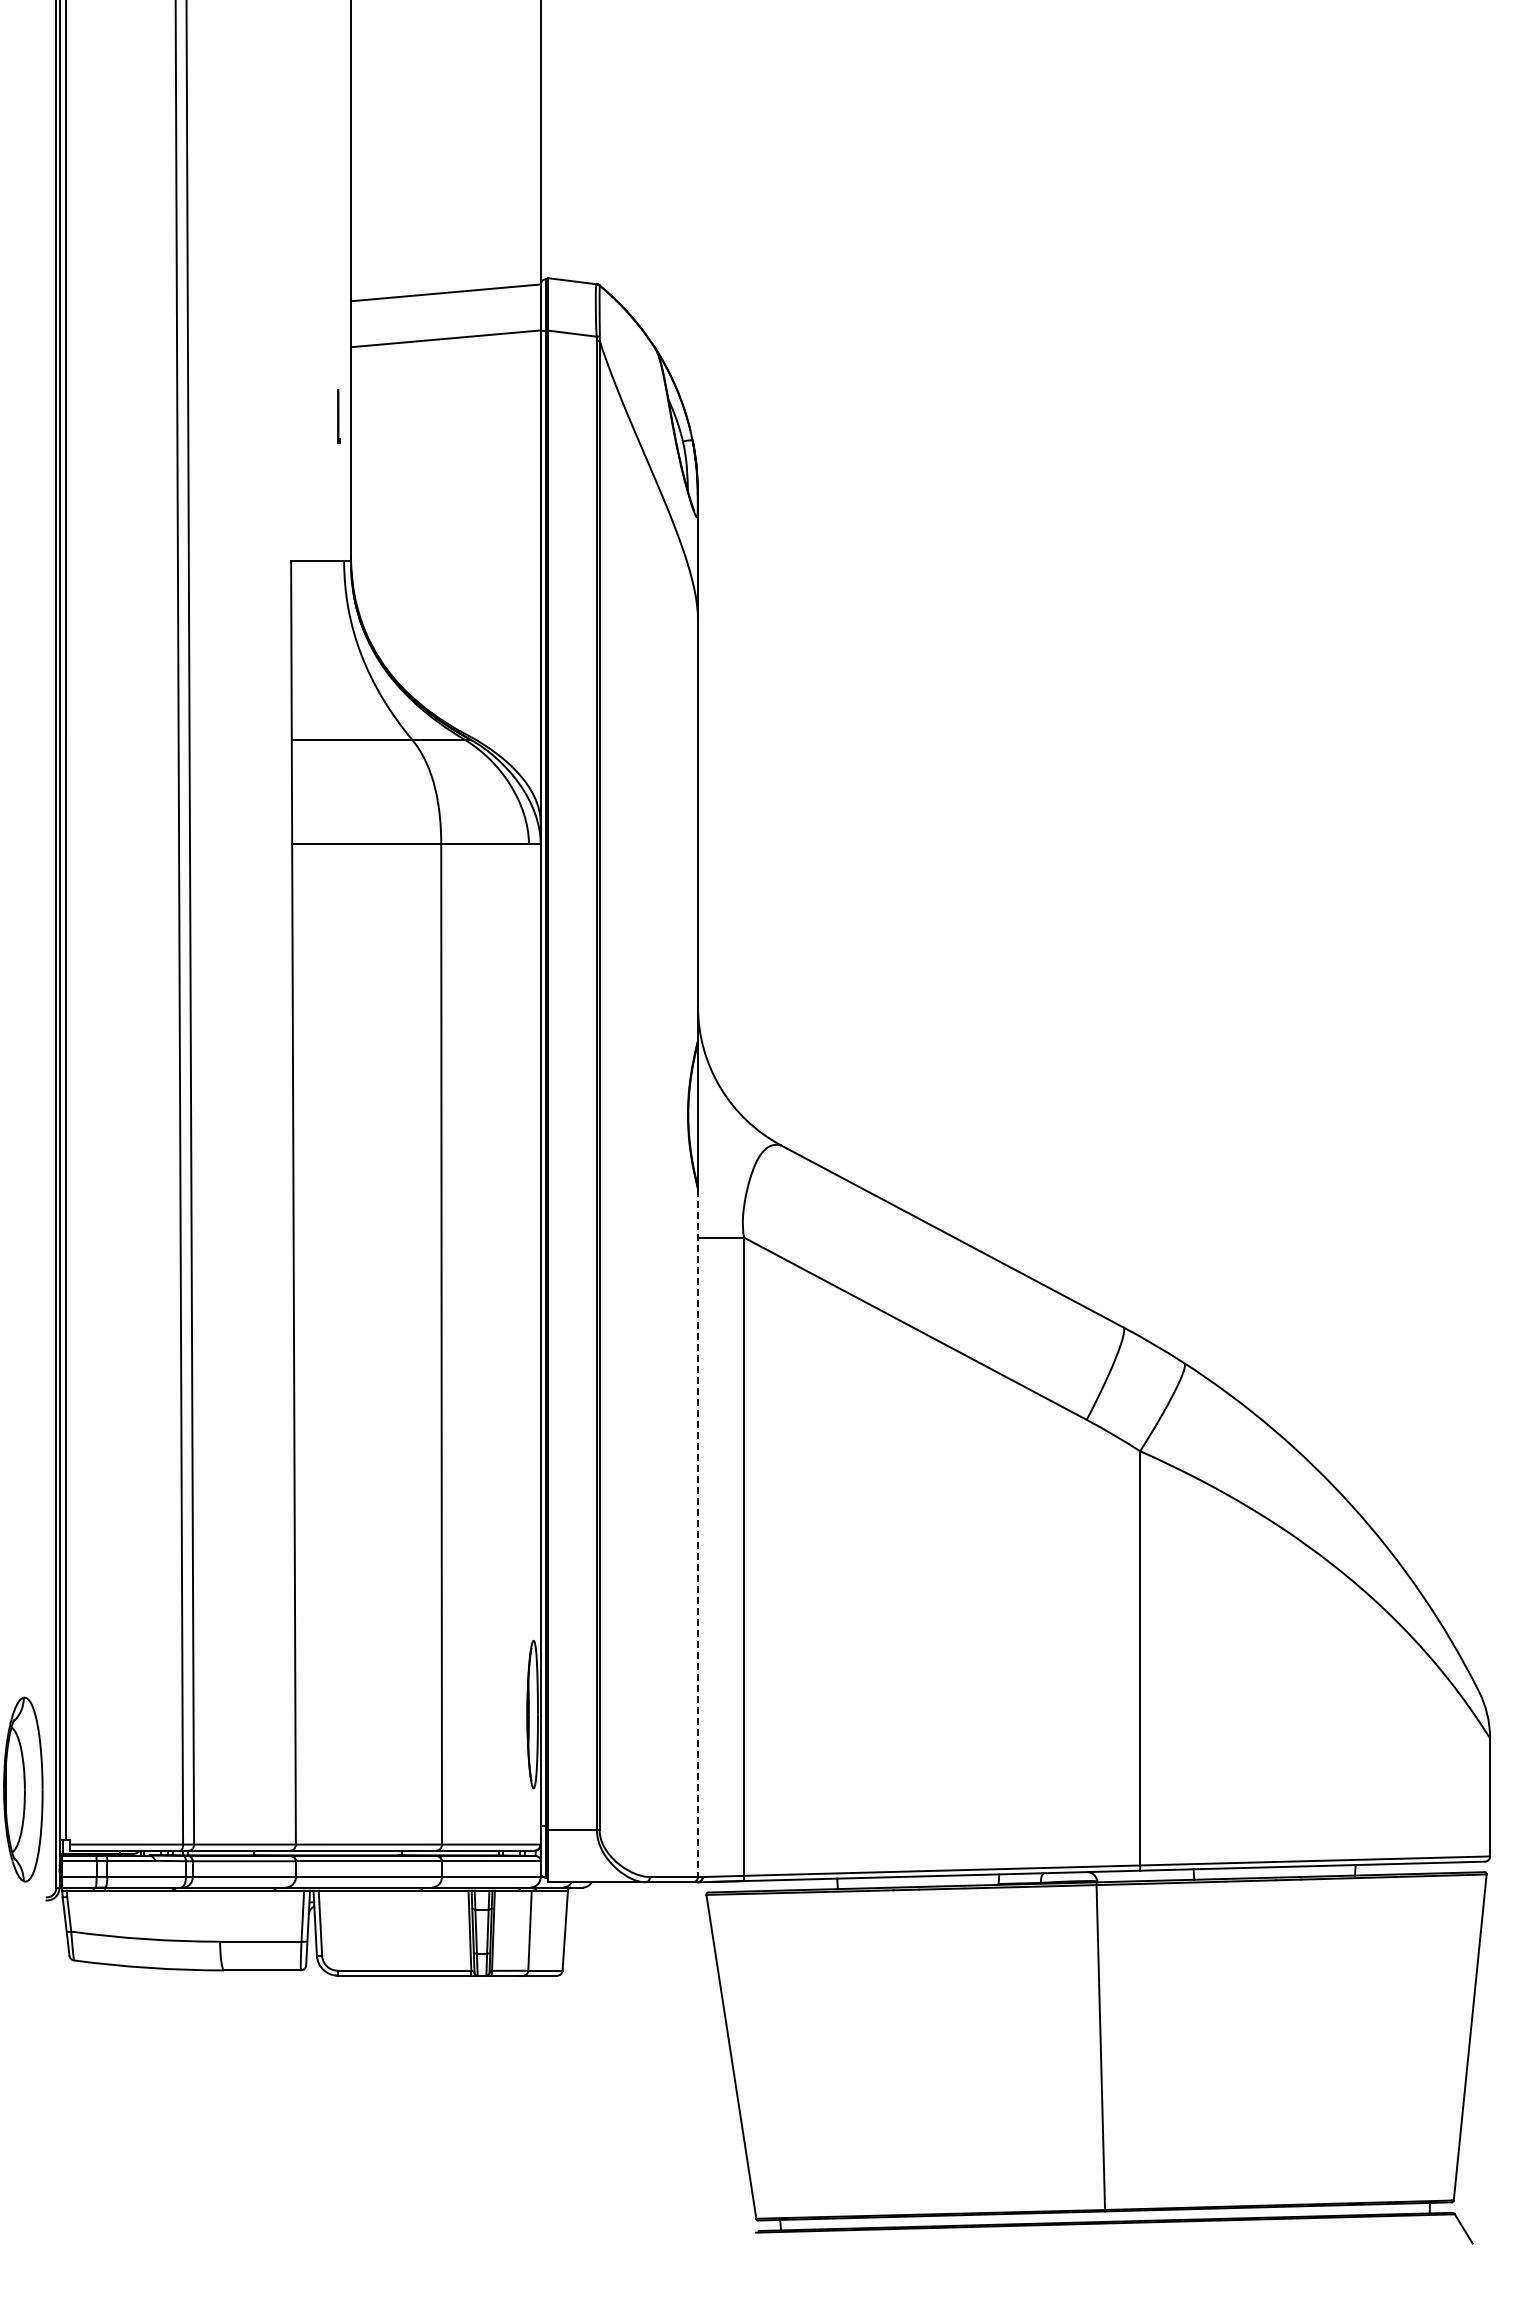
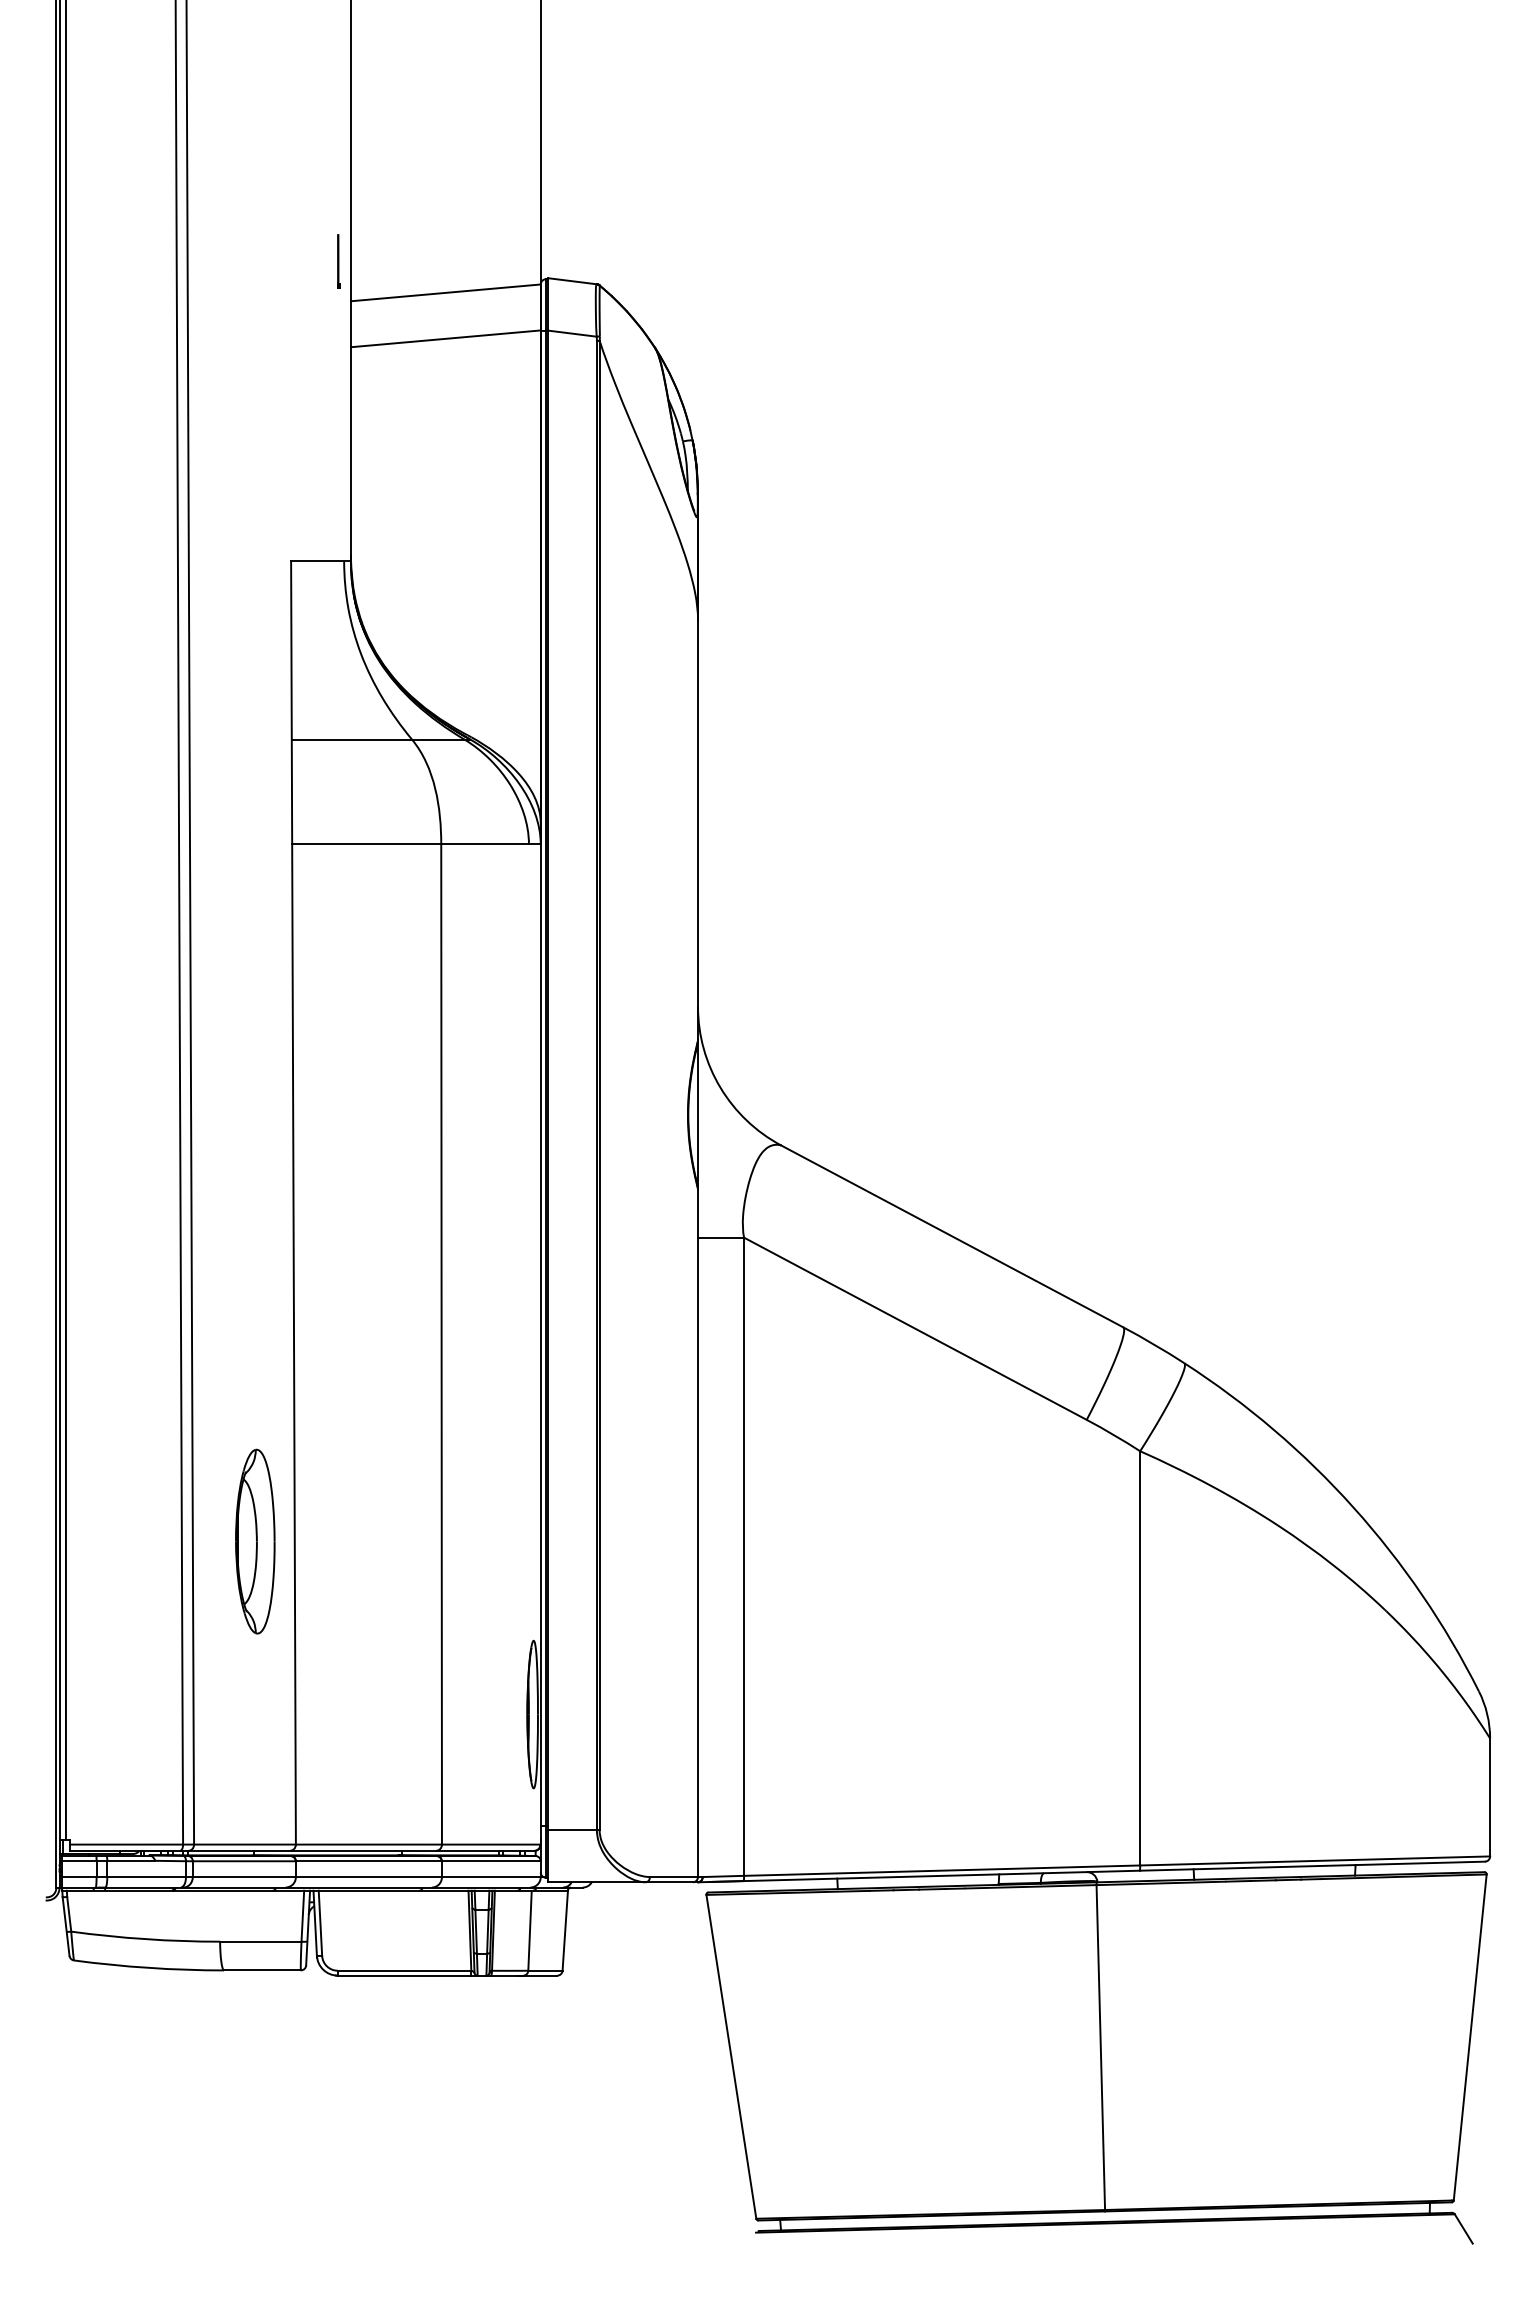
line at (338, 416) position: (338, 416) -> (338, 261)
line at (698, 1533): dashed -> solid
part at (23, 1789) position: (23, 1789) -> (255, 1541)
